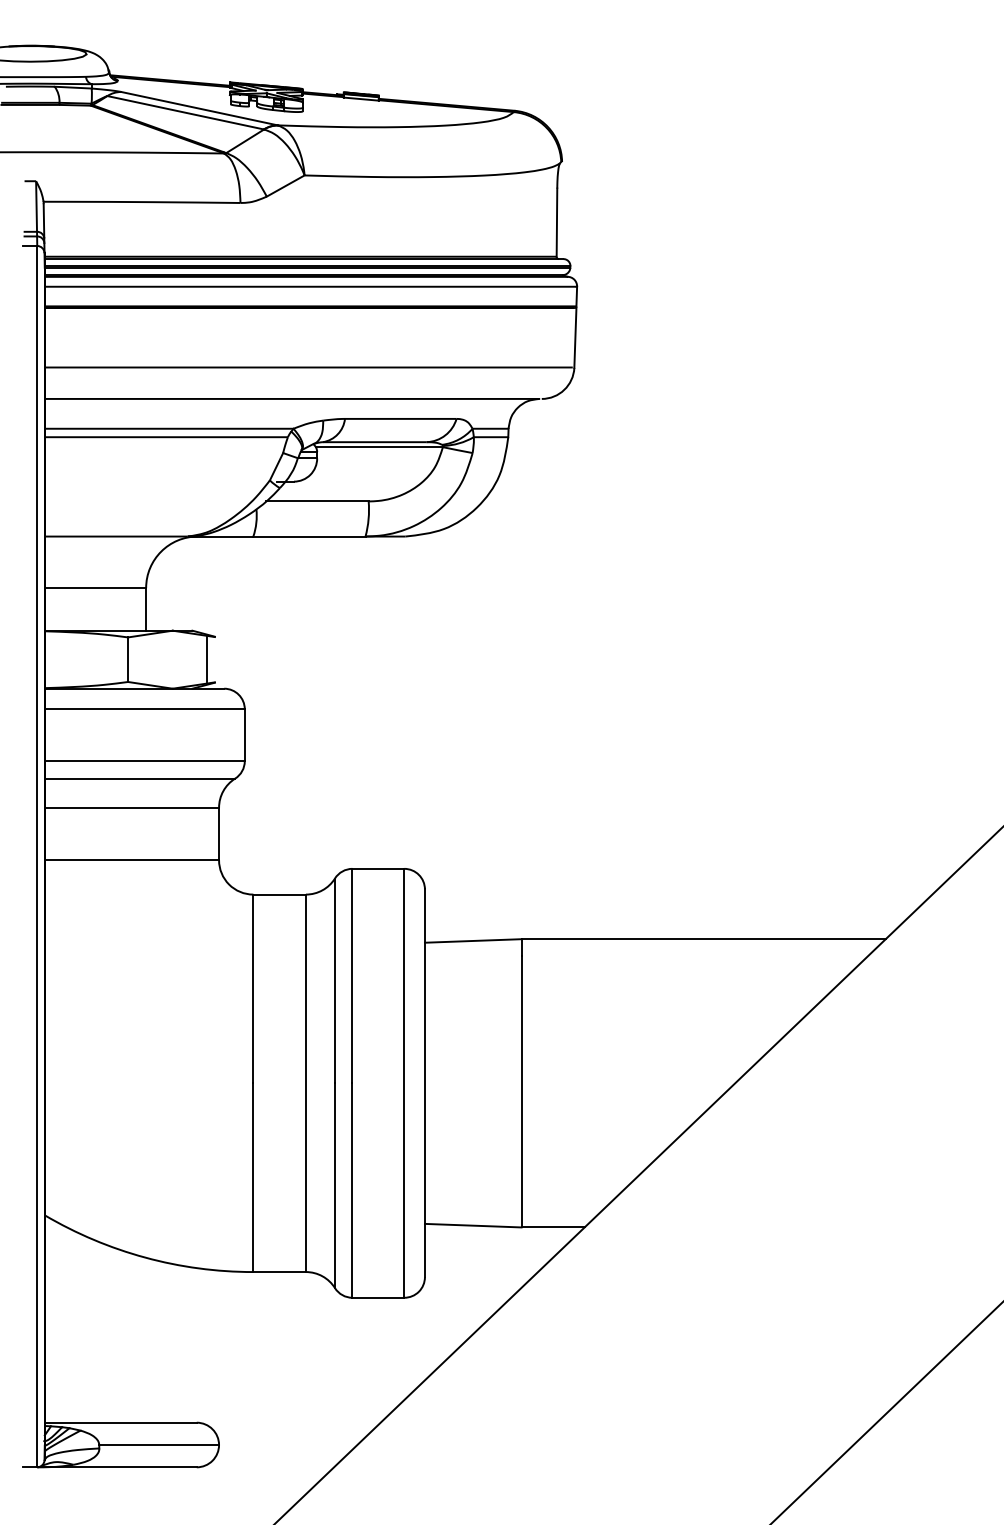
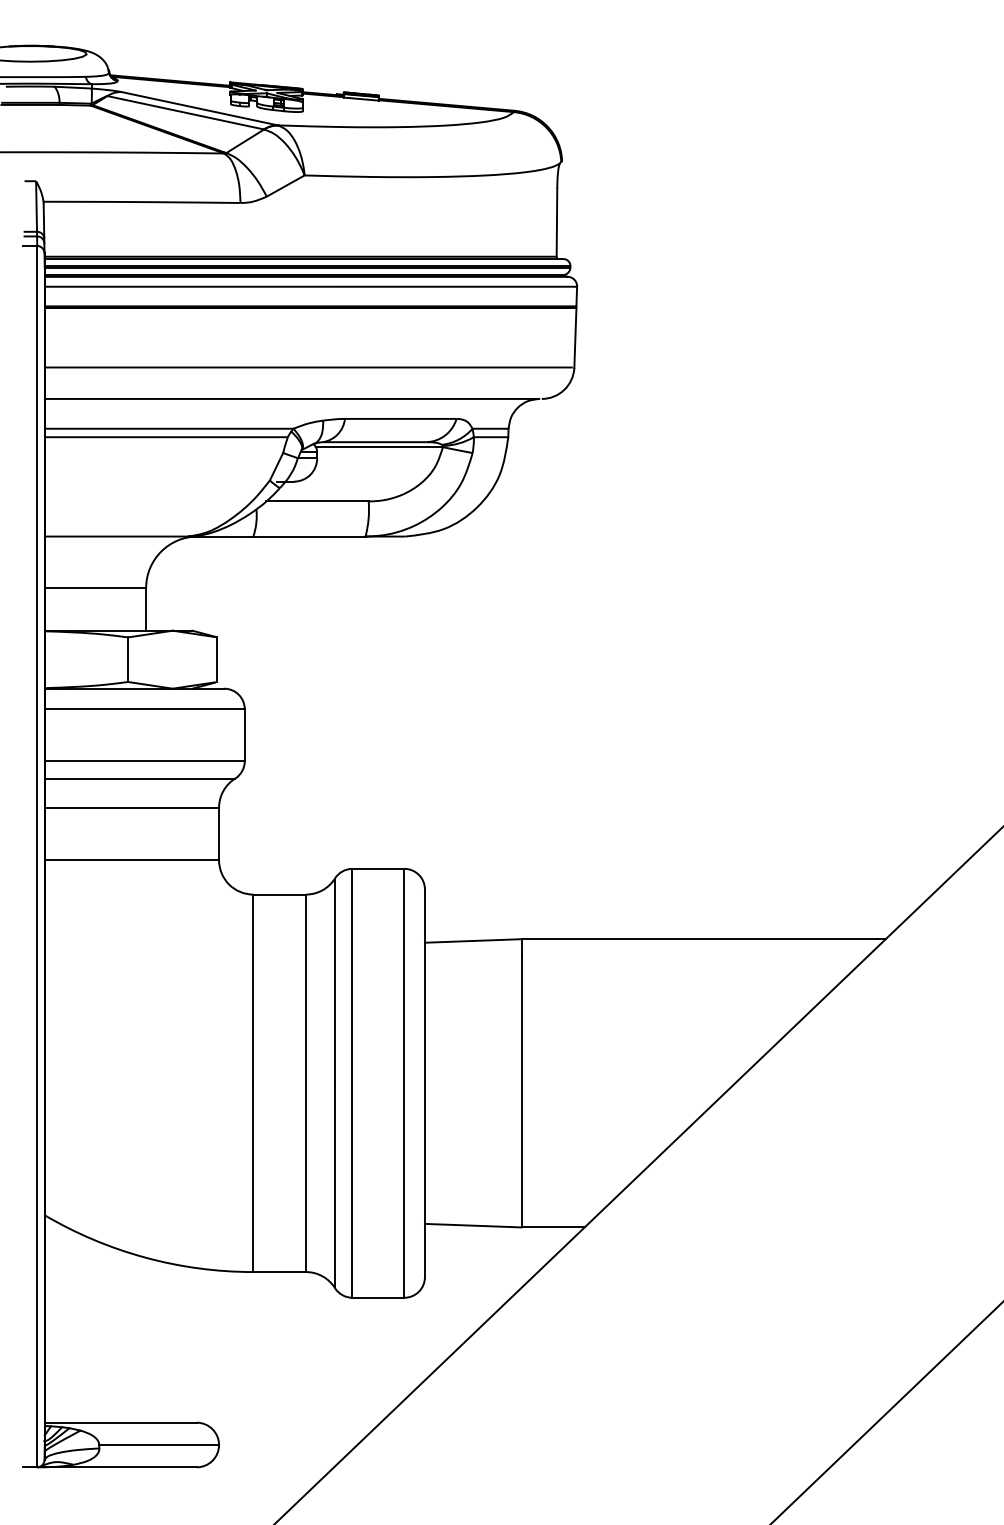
line at (207, 659) position: (207, 659) -> (217, 659)
